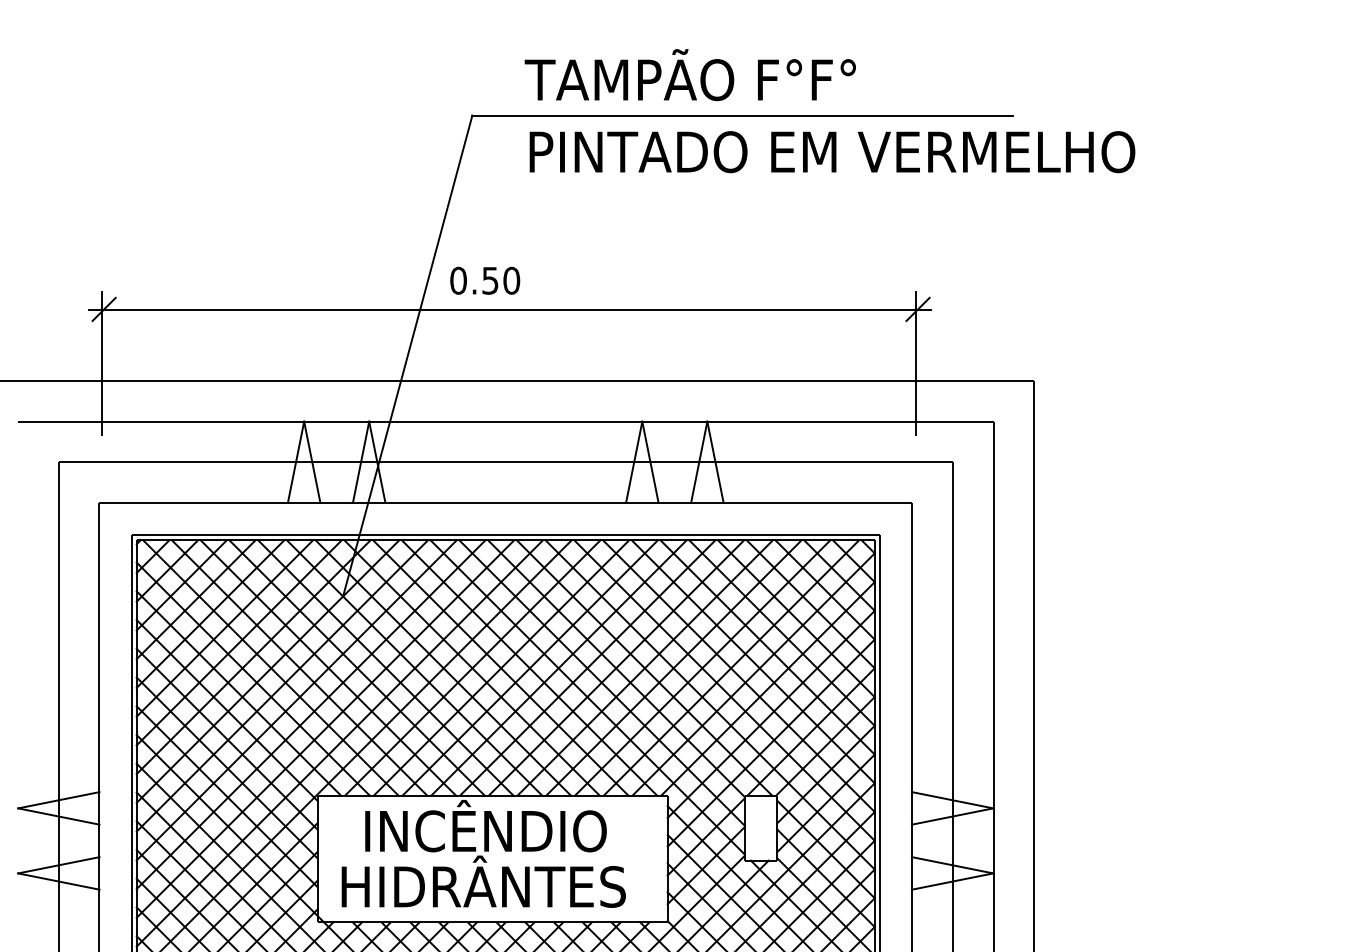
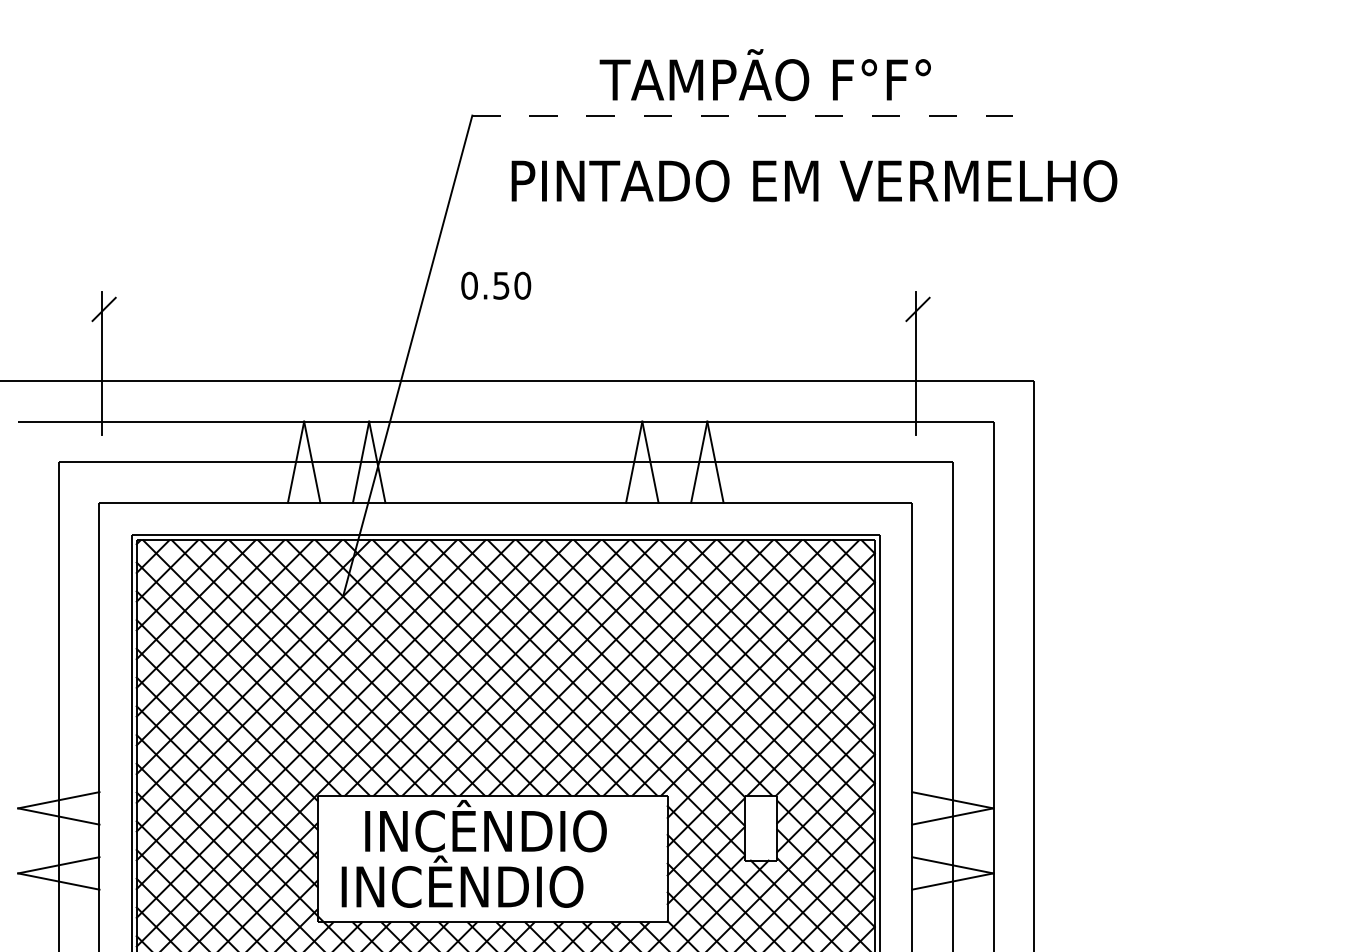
text at (689, 75) position: (689, 75) -> (764, 75)
line at (742, 115): solid -> dashed
text at (832, 152) position: (832, 152) -> (814, 181)
text at (485, 280) position: (485, 280) -> (496, 285)
line at (510, 310): present -> none
text at (485, 881): HIDRÂNTES -> INCÊNDIO
